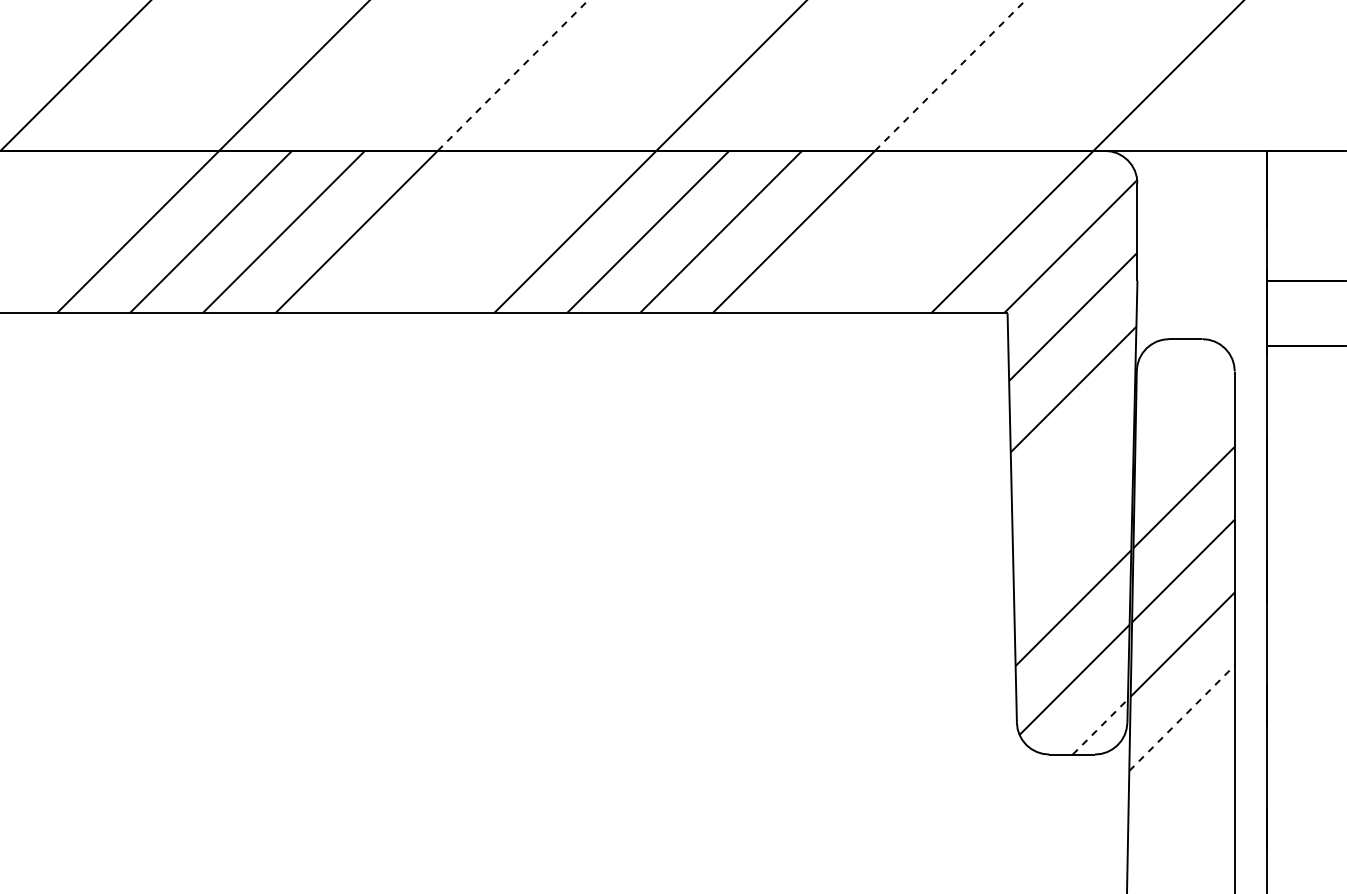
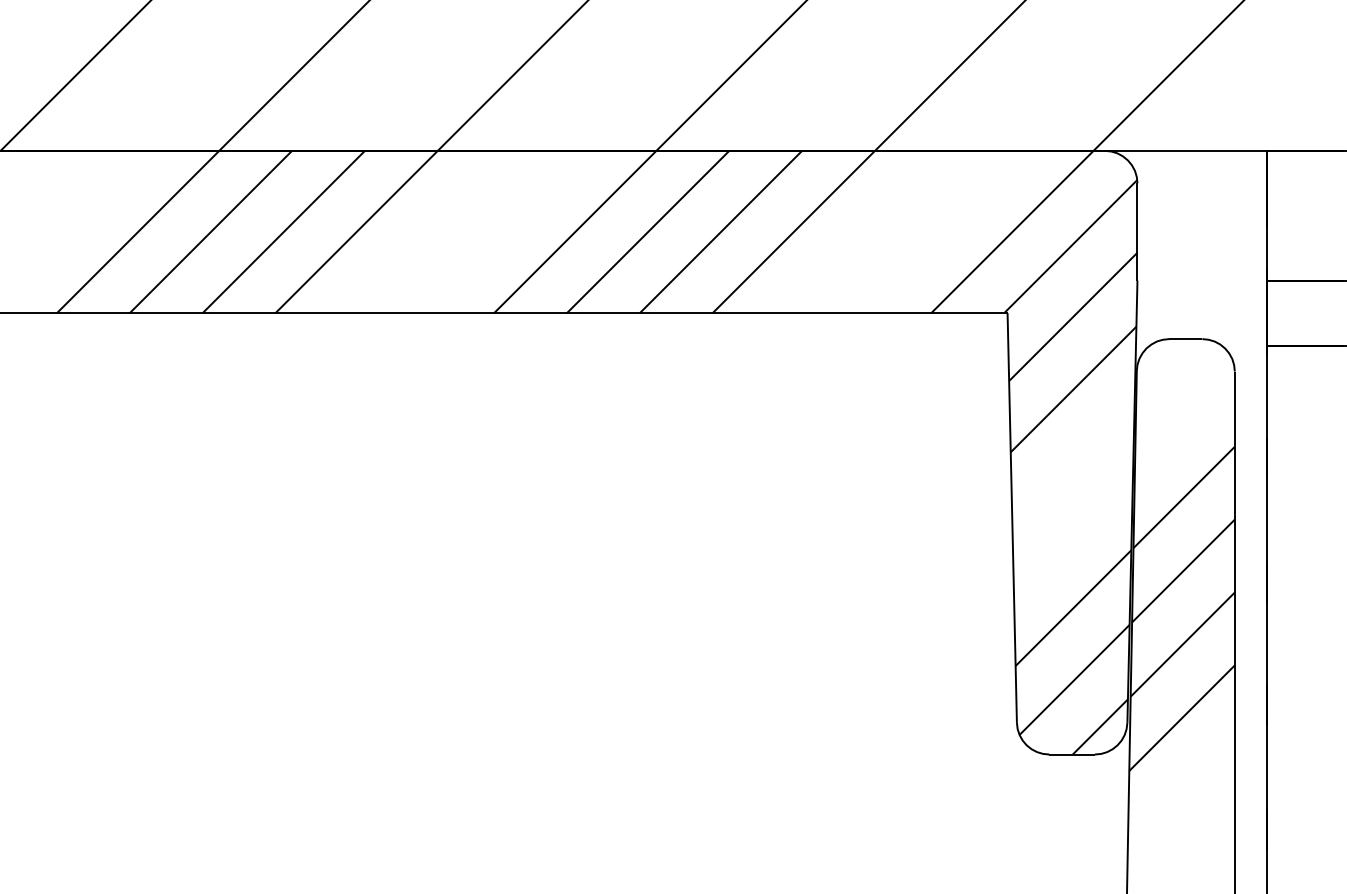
line at (513, 75): dashed -> solid
line at (950, 75): dashed -> solid
line at (1182, 718): dashed -> solid
line at (1100, 726): dashed -> solid
